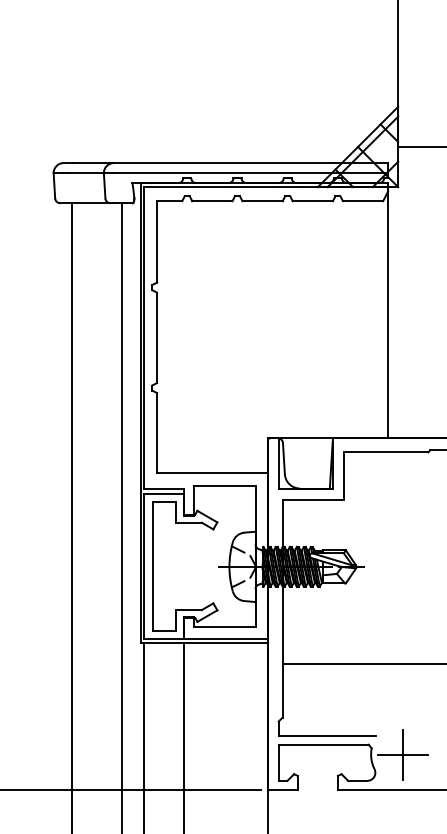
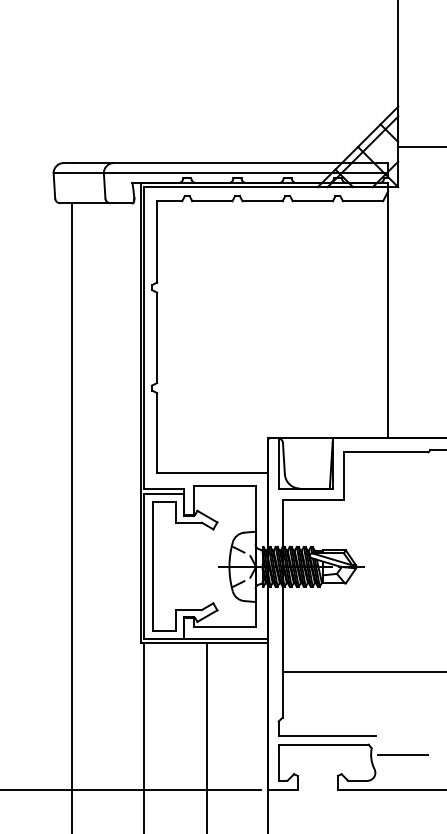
line at (121, 516): present -> none
line at (362, 664) position: (362, 664) -> (362, 672)
line at (184, 736) position: (184, 736) -> (207, 736)
line at (403, 754): present -> none
